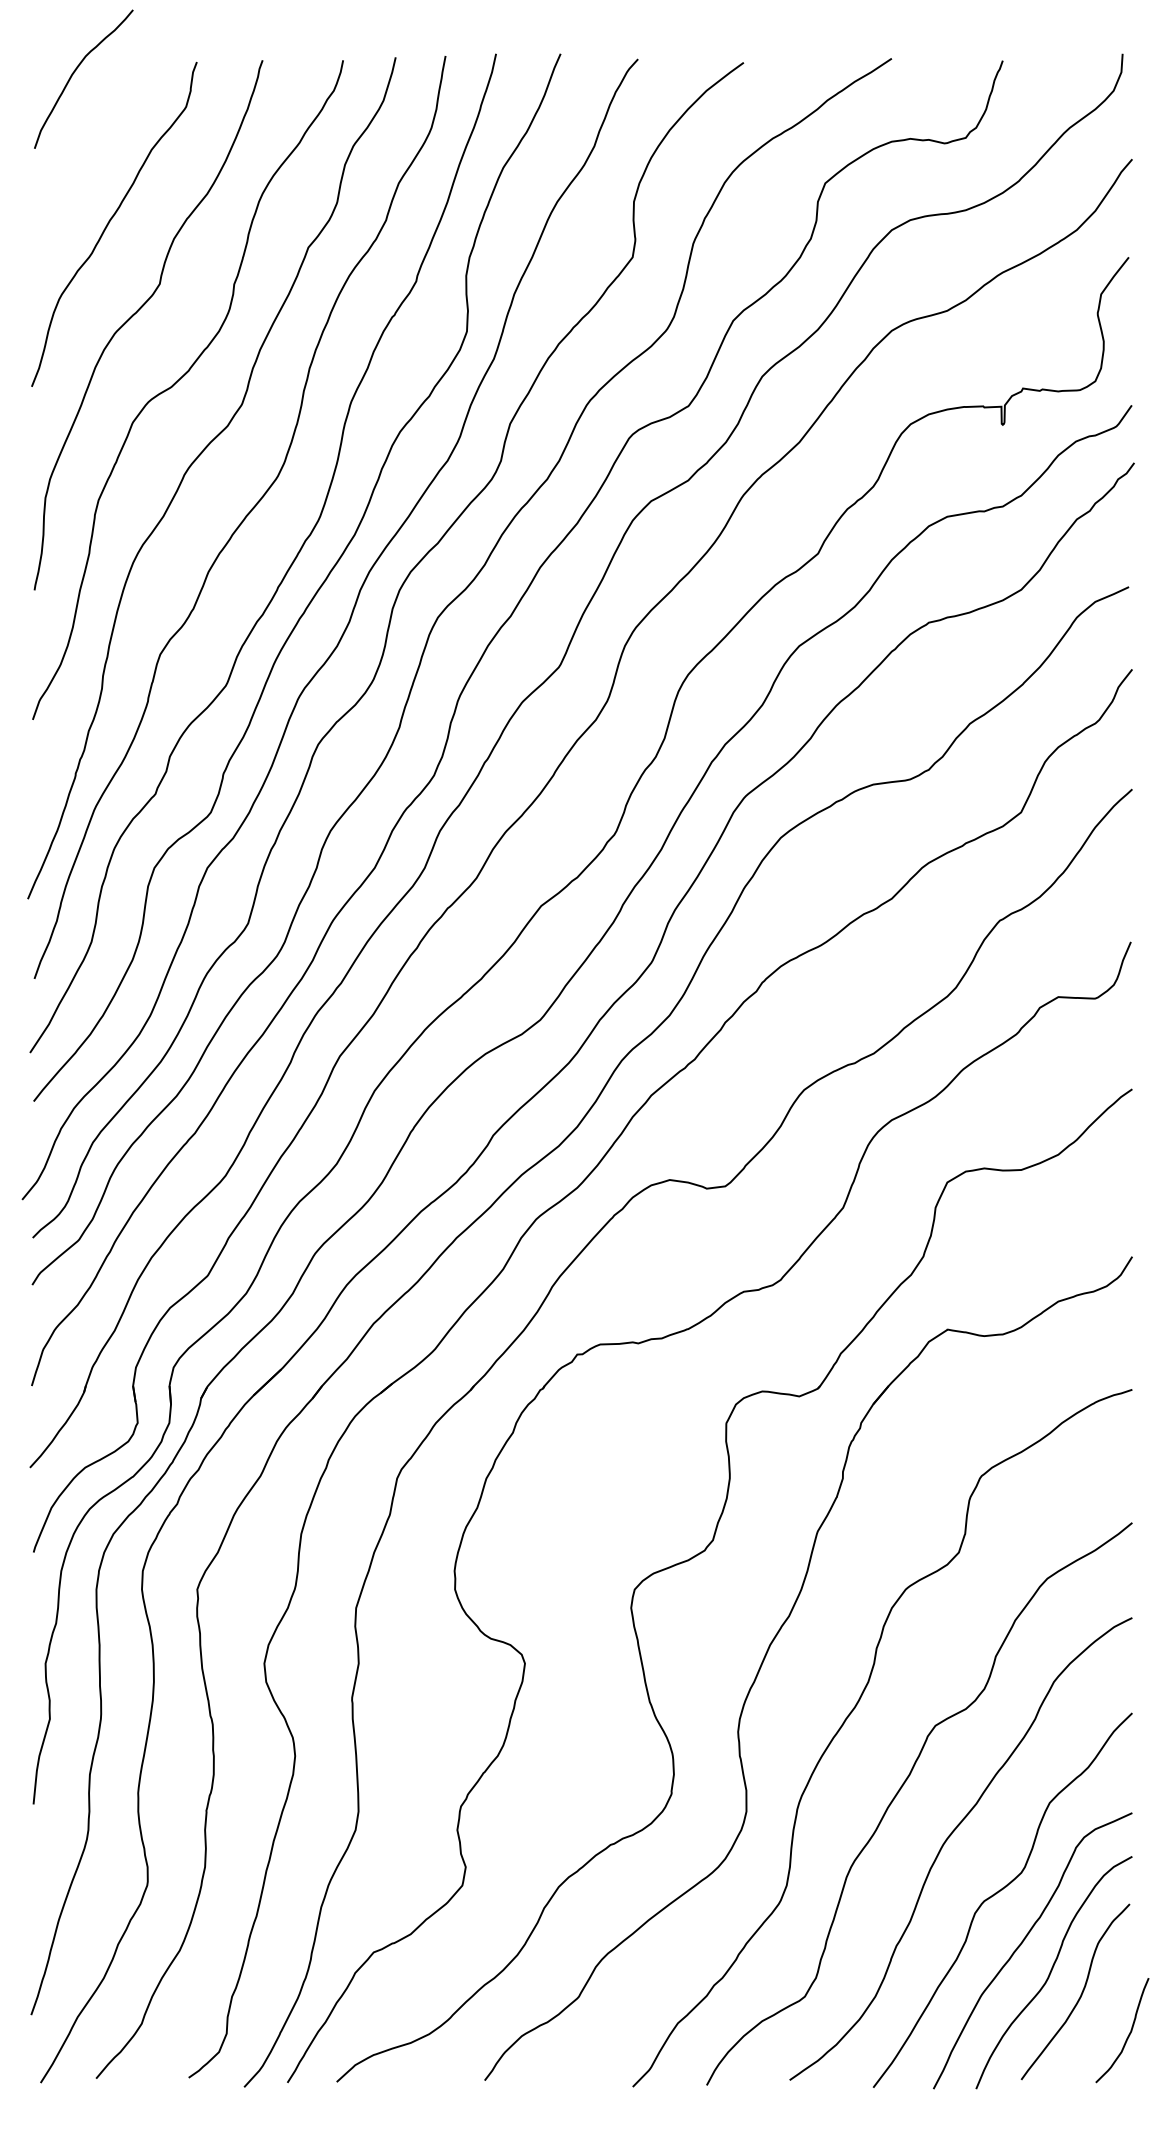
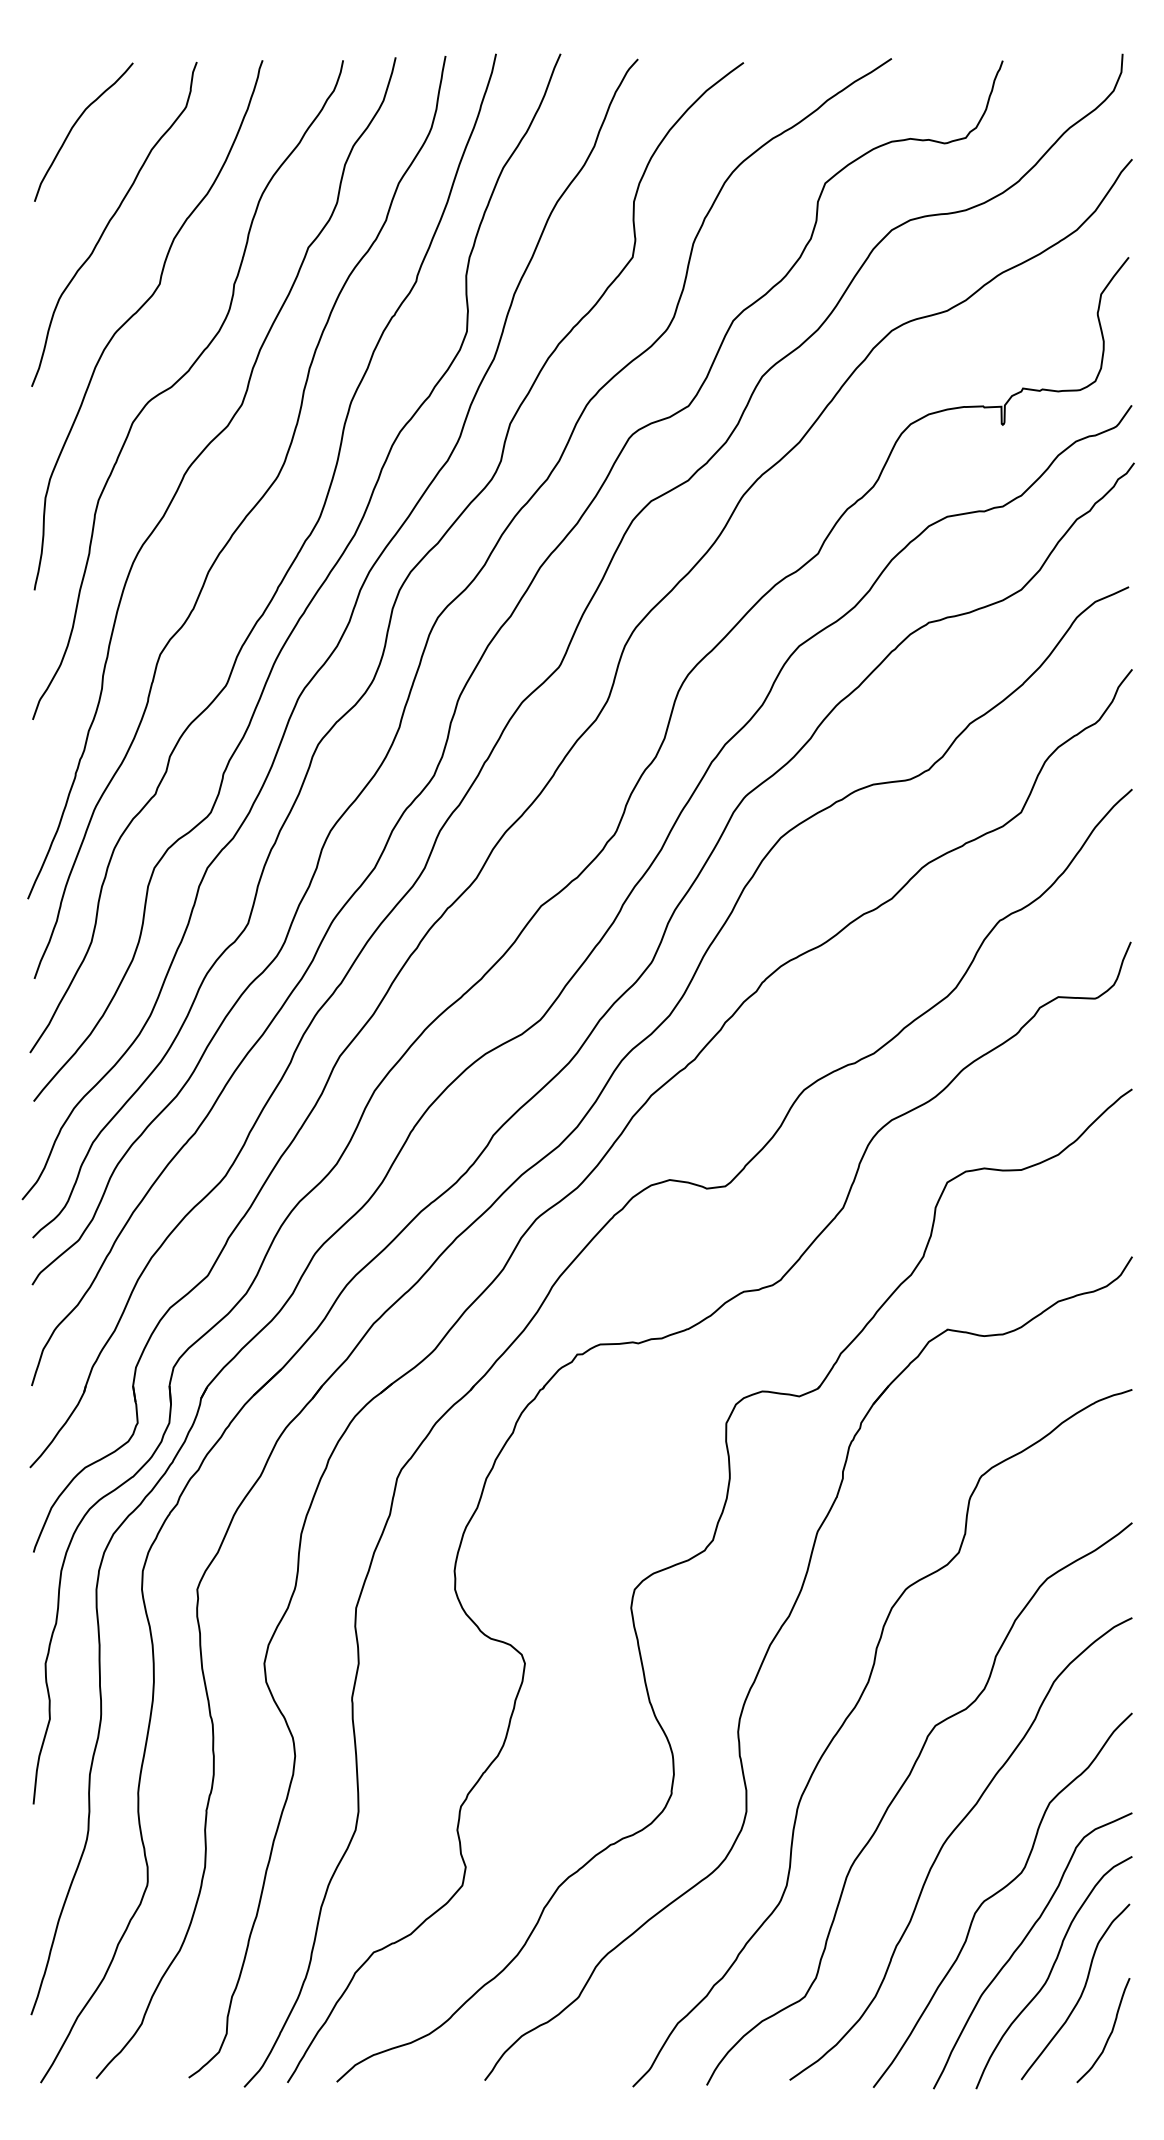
curve at (74, 73) position: (74, 73) -> (74, 126)
curve at (1128, 2034) position: (1128, 2034) -> (1109, 2034)
